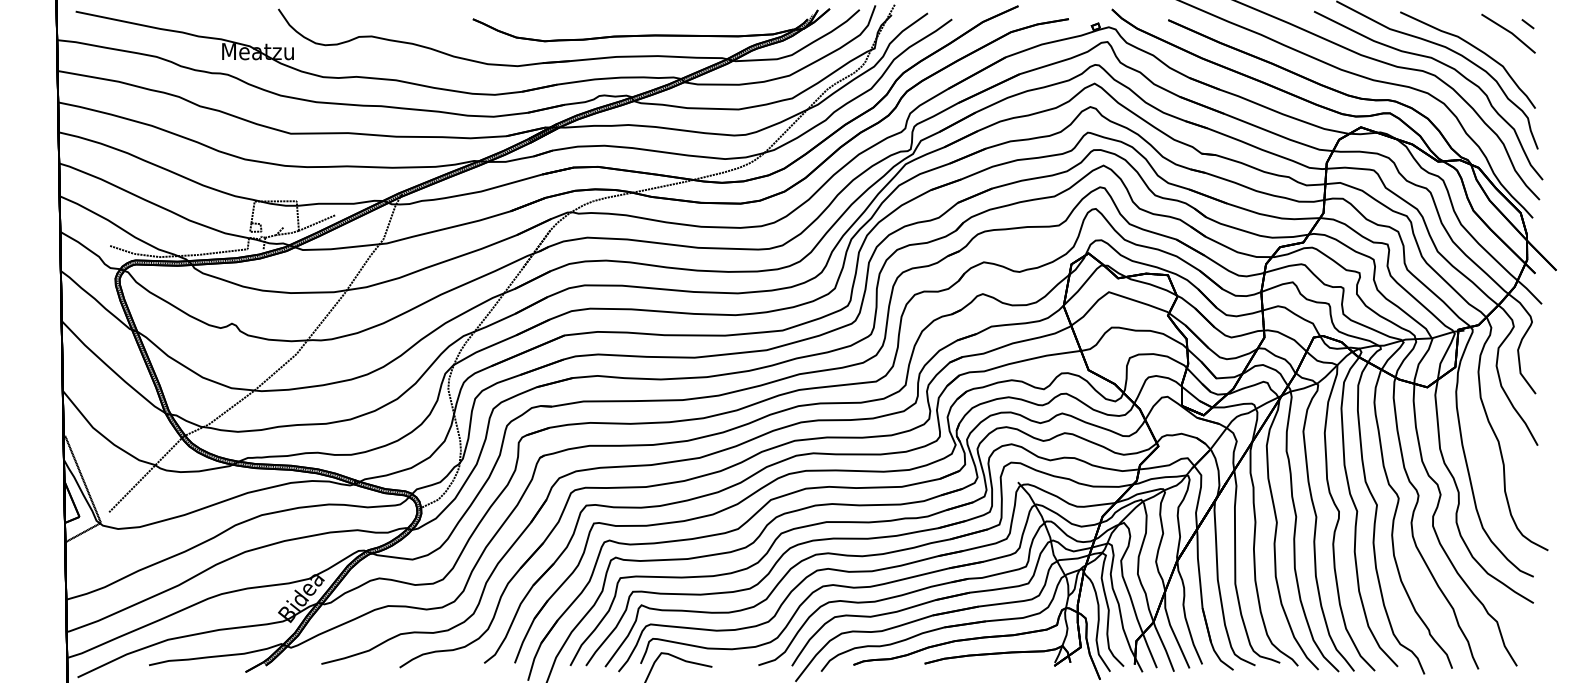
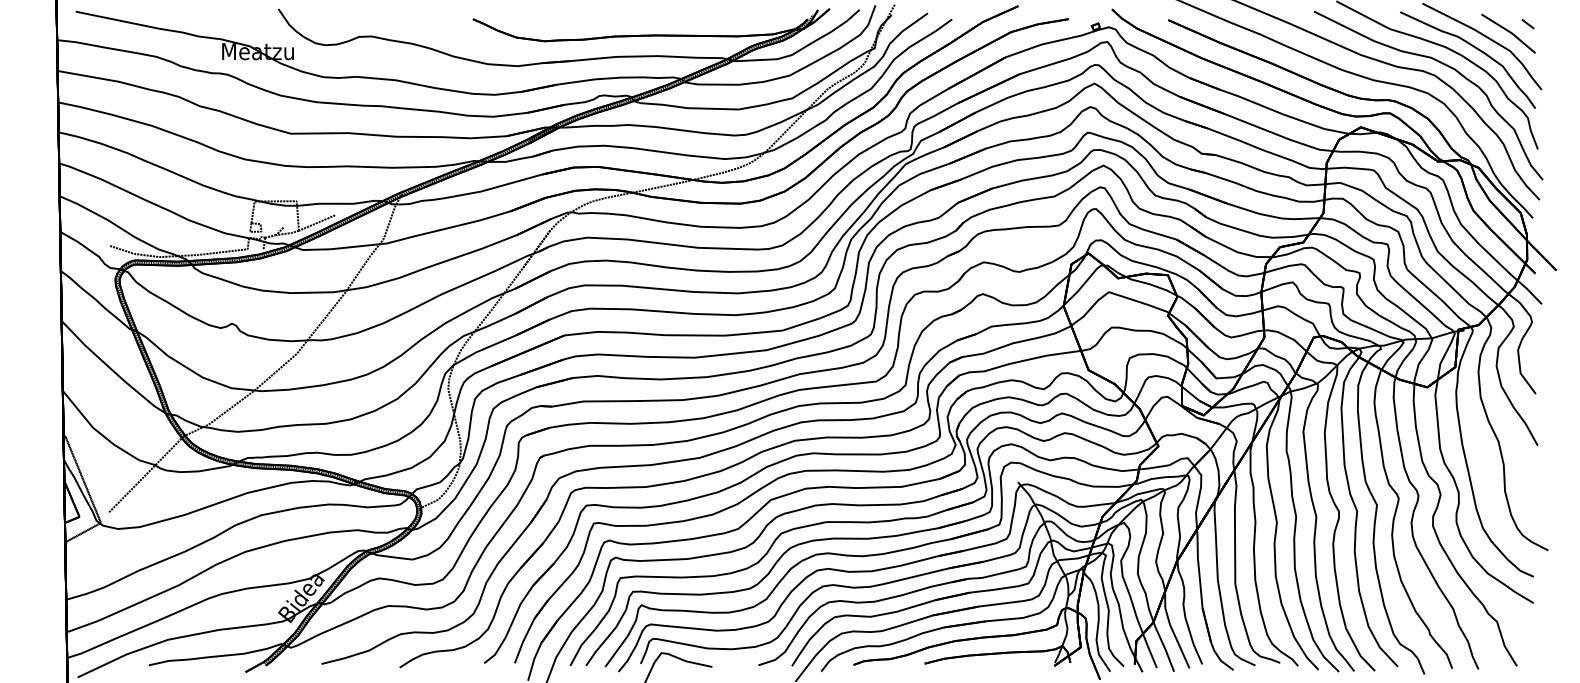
curve at (1488, 39): none -> present
